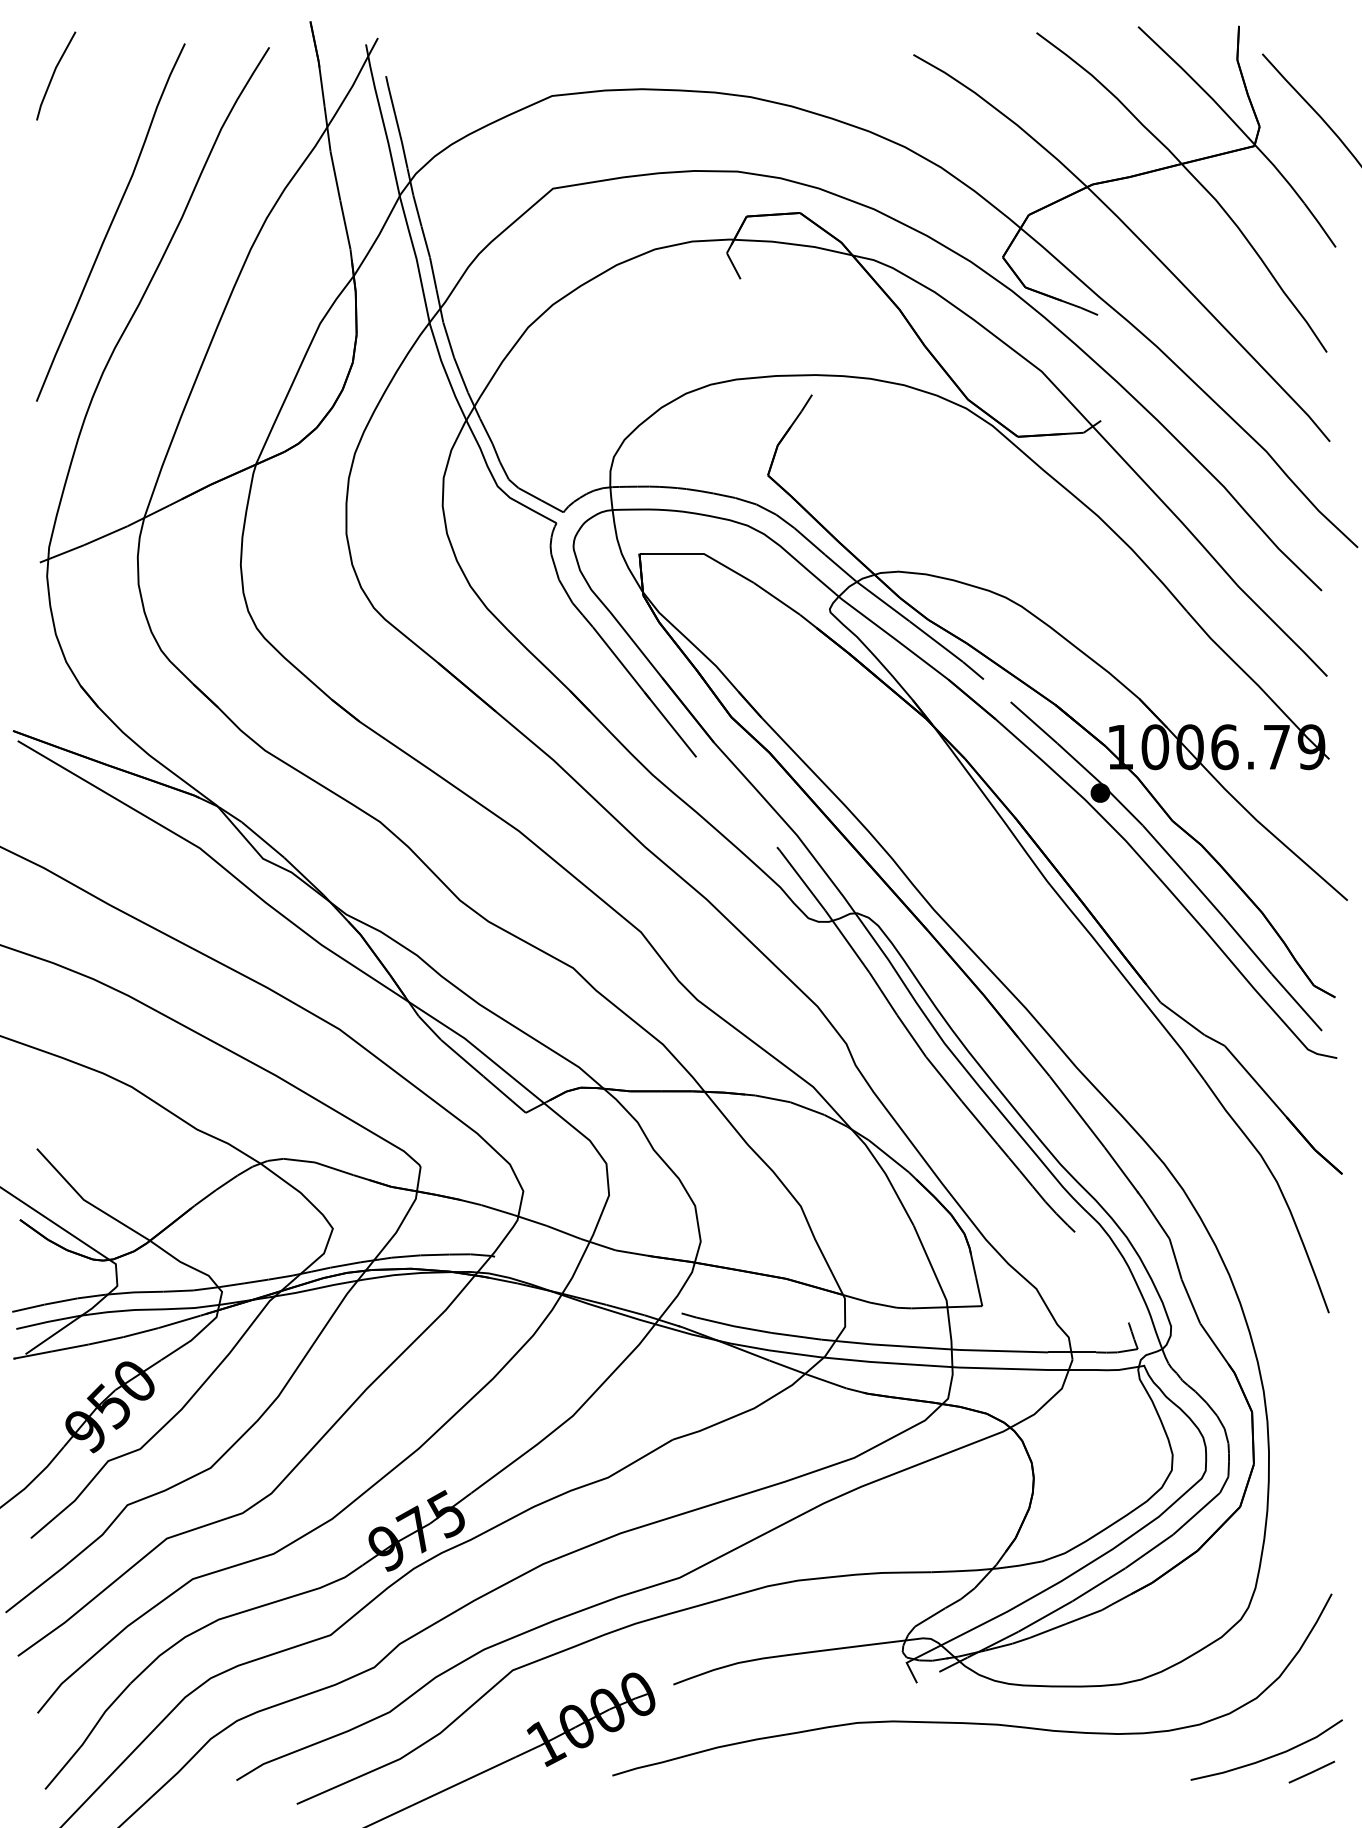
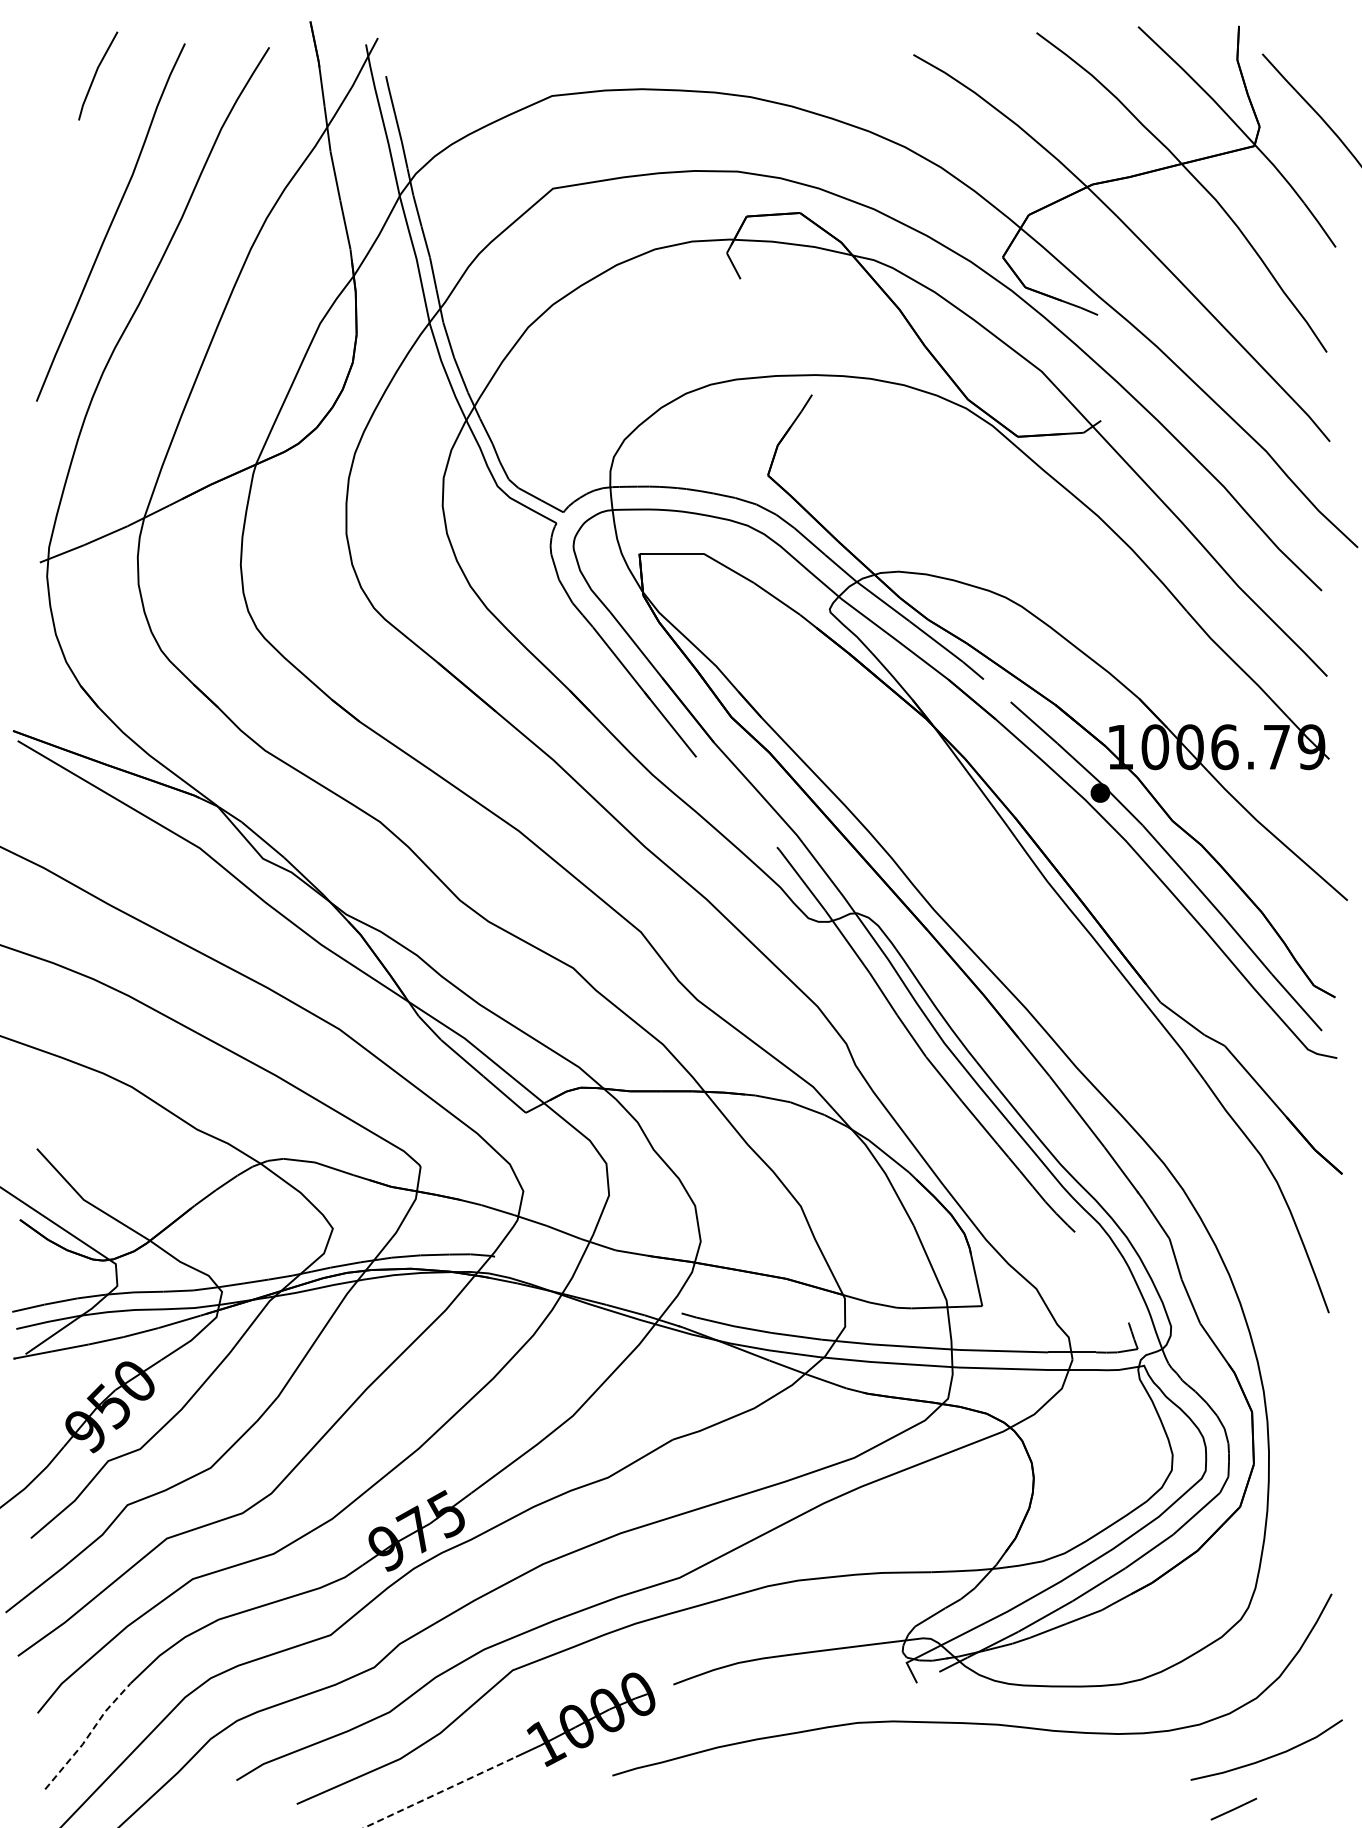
line at (54, 74) position: (54, 74) -> (96, 74)
line at (88, 1736): solid -> dashed
line at (1311, 1771) position: (1311, 1771) -> (1233, 1808)
line at (440, 1792): solid -> dashed
